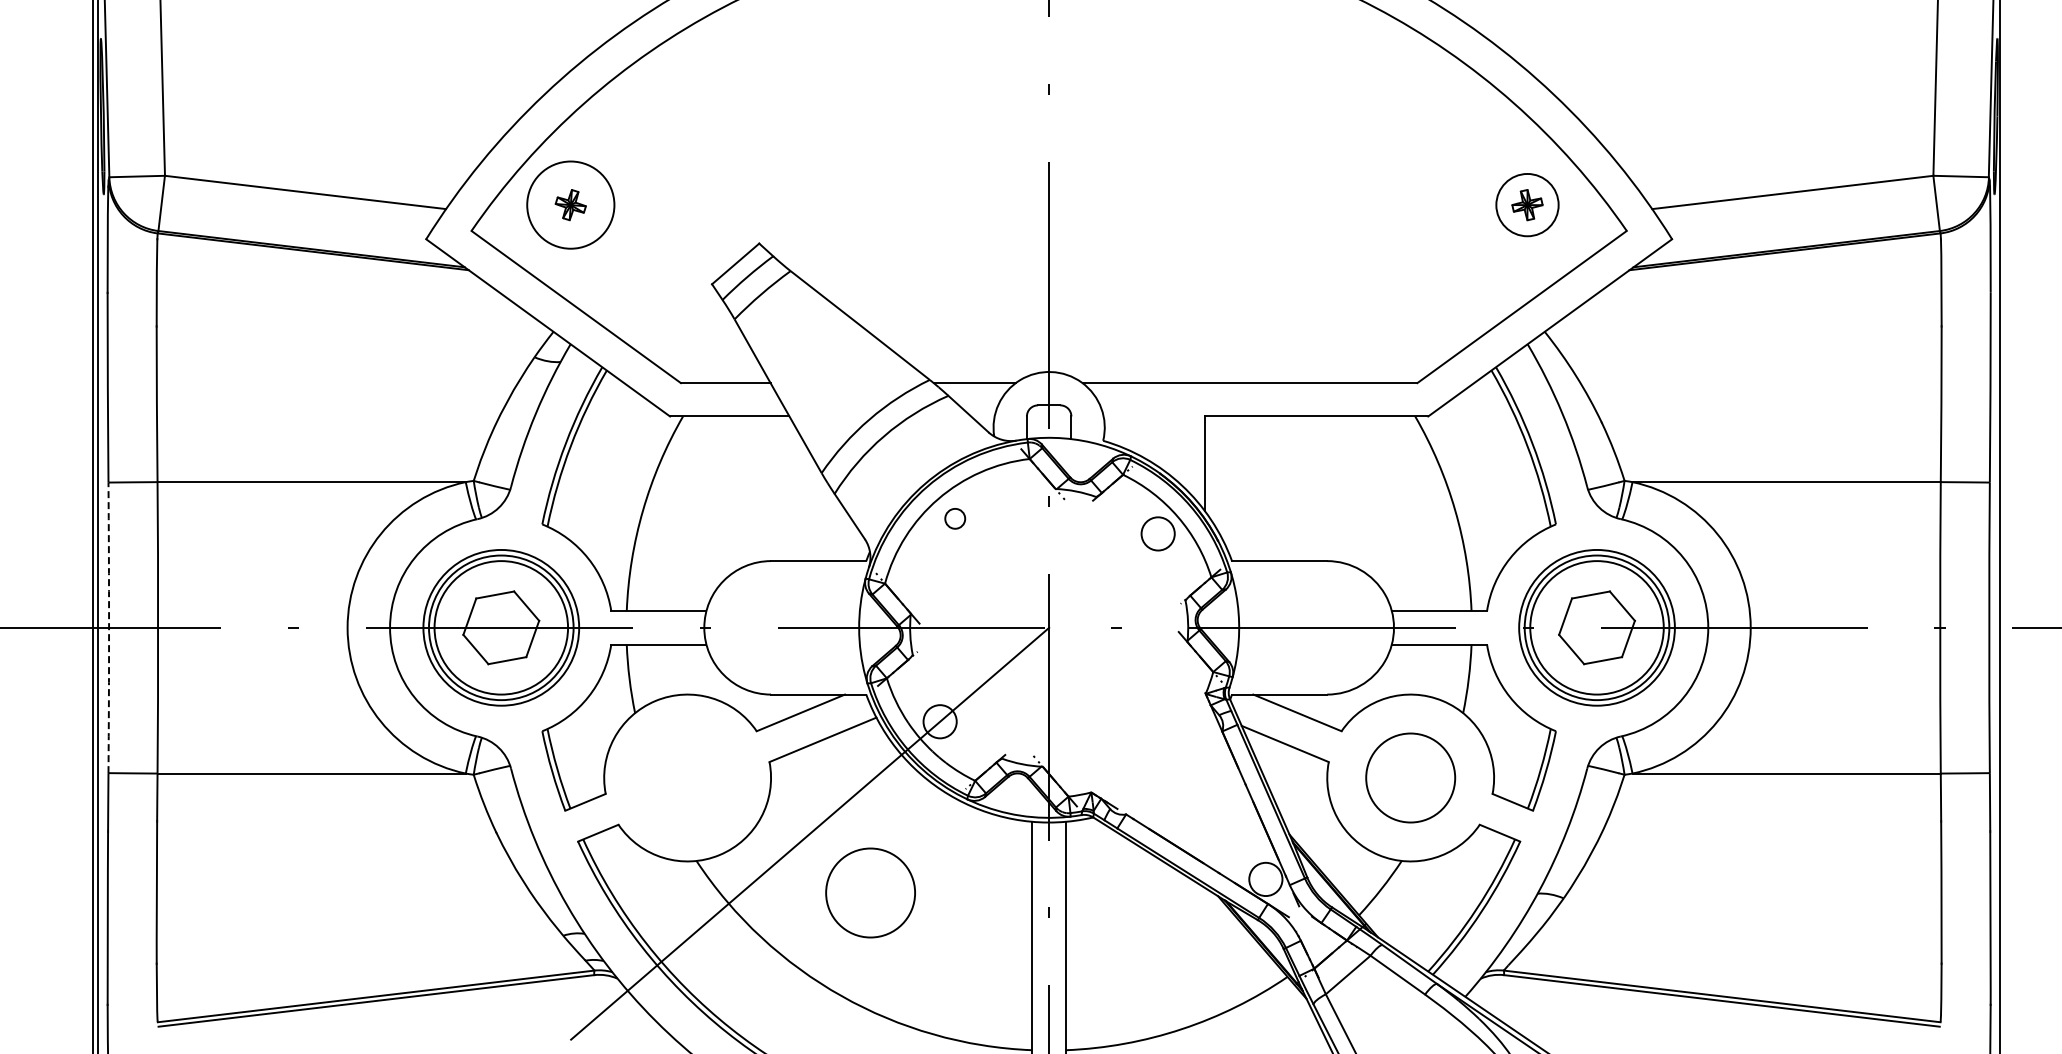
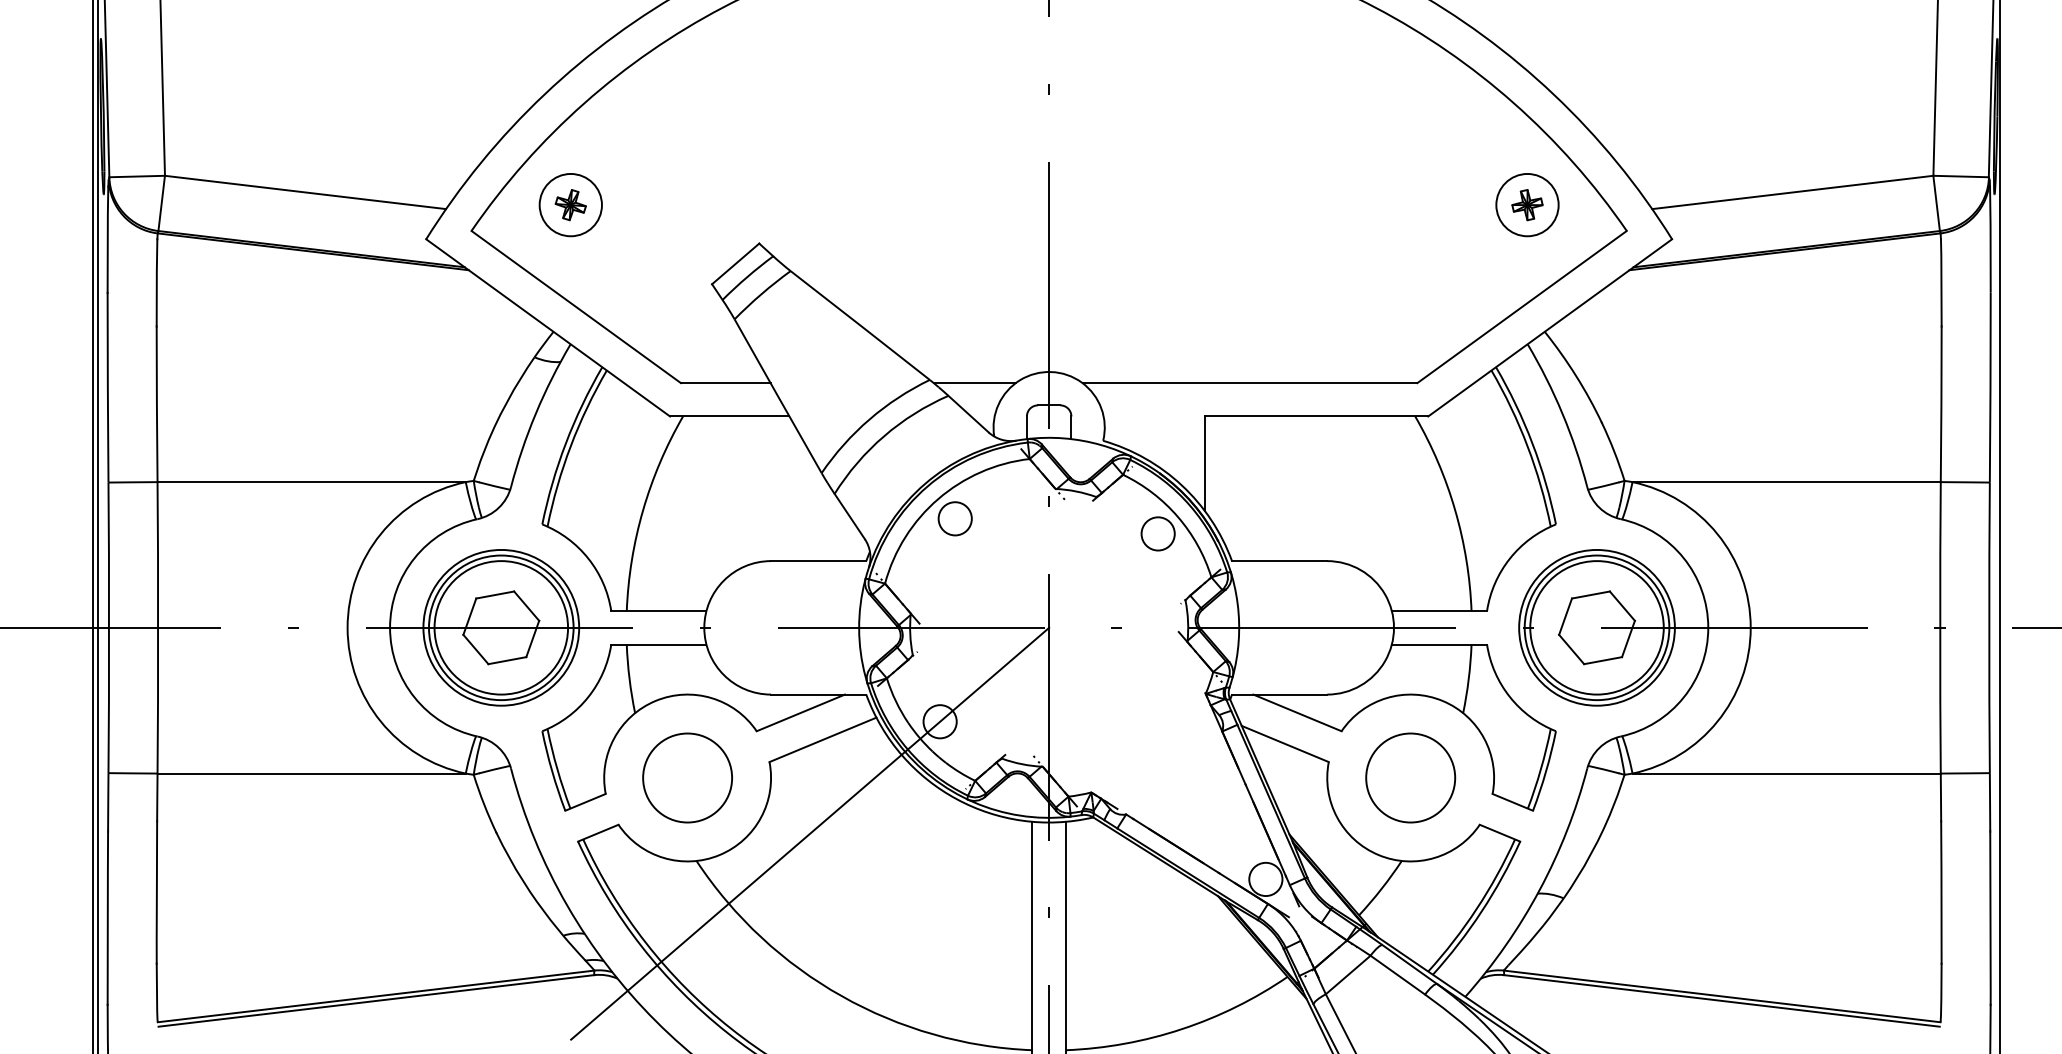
circle at (570, 204) diameter: 87 px -> 62 px
circle at (955, 518) diameter: 20 px -> 33 px
arc at (109, 627): dashed -> solid
circle at (870, 892) position: (870, 892) -> (687, 777)
